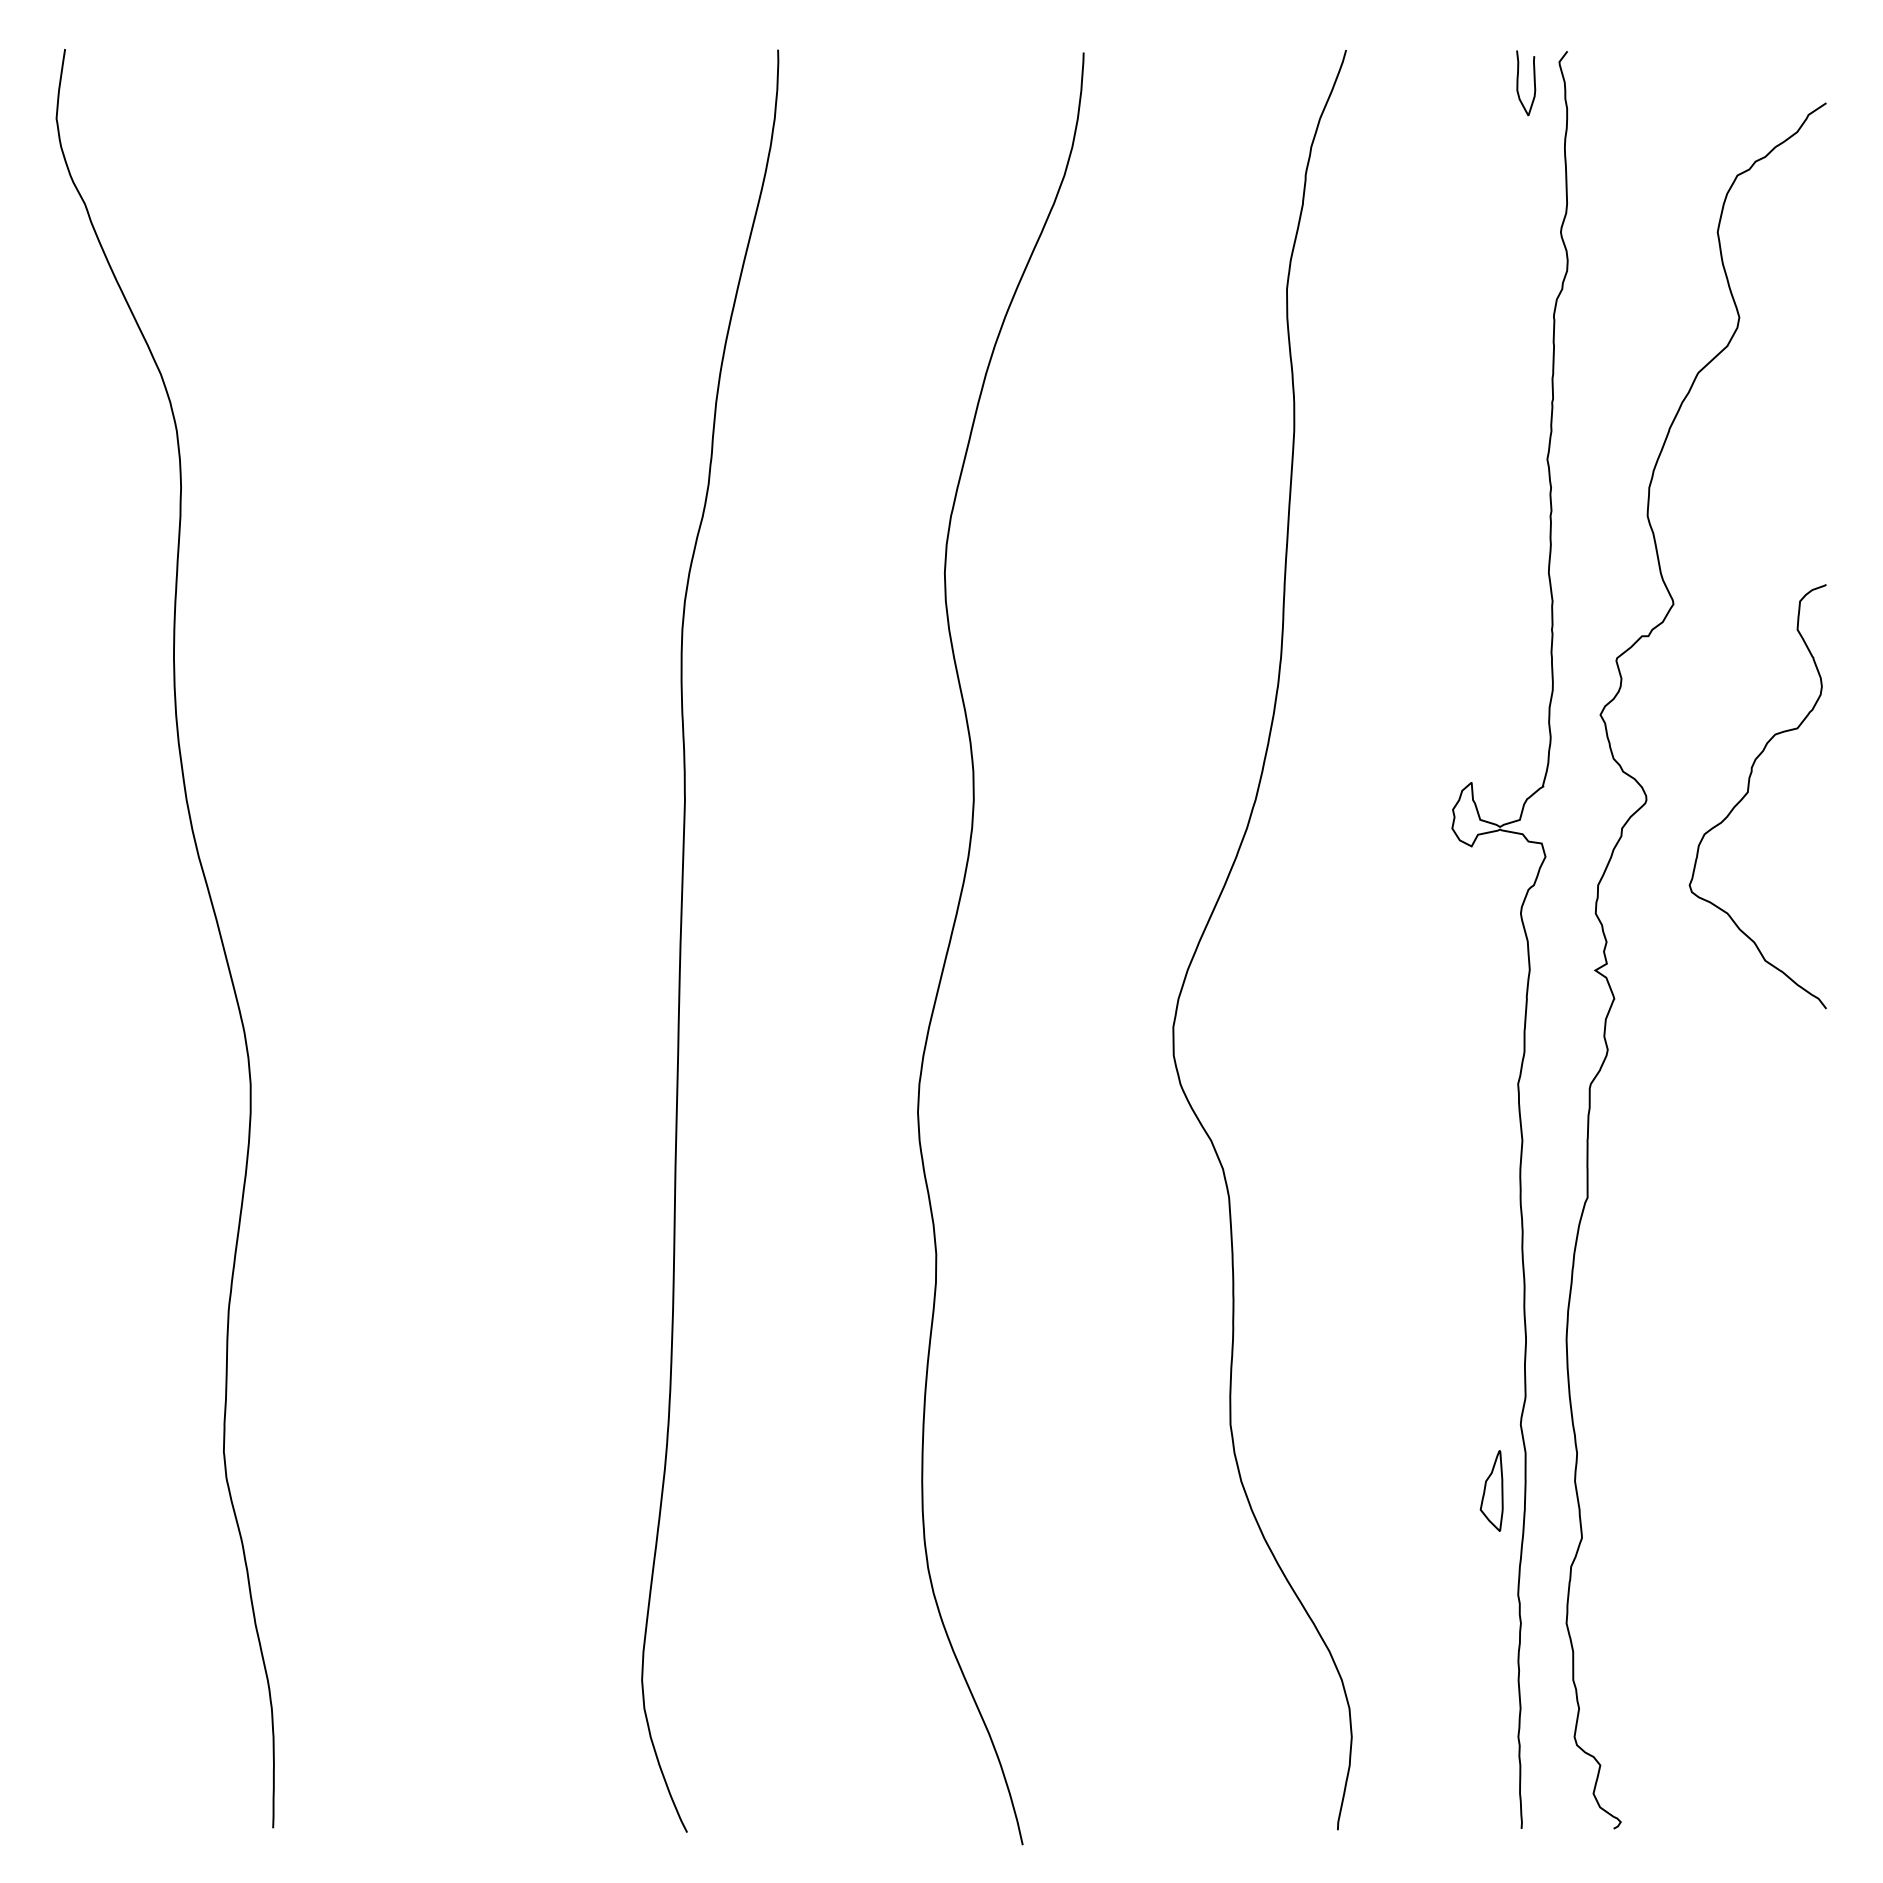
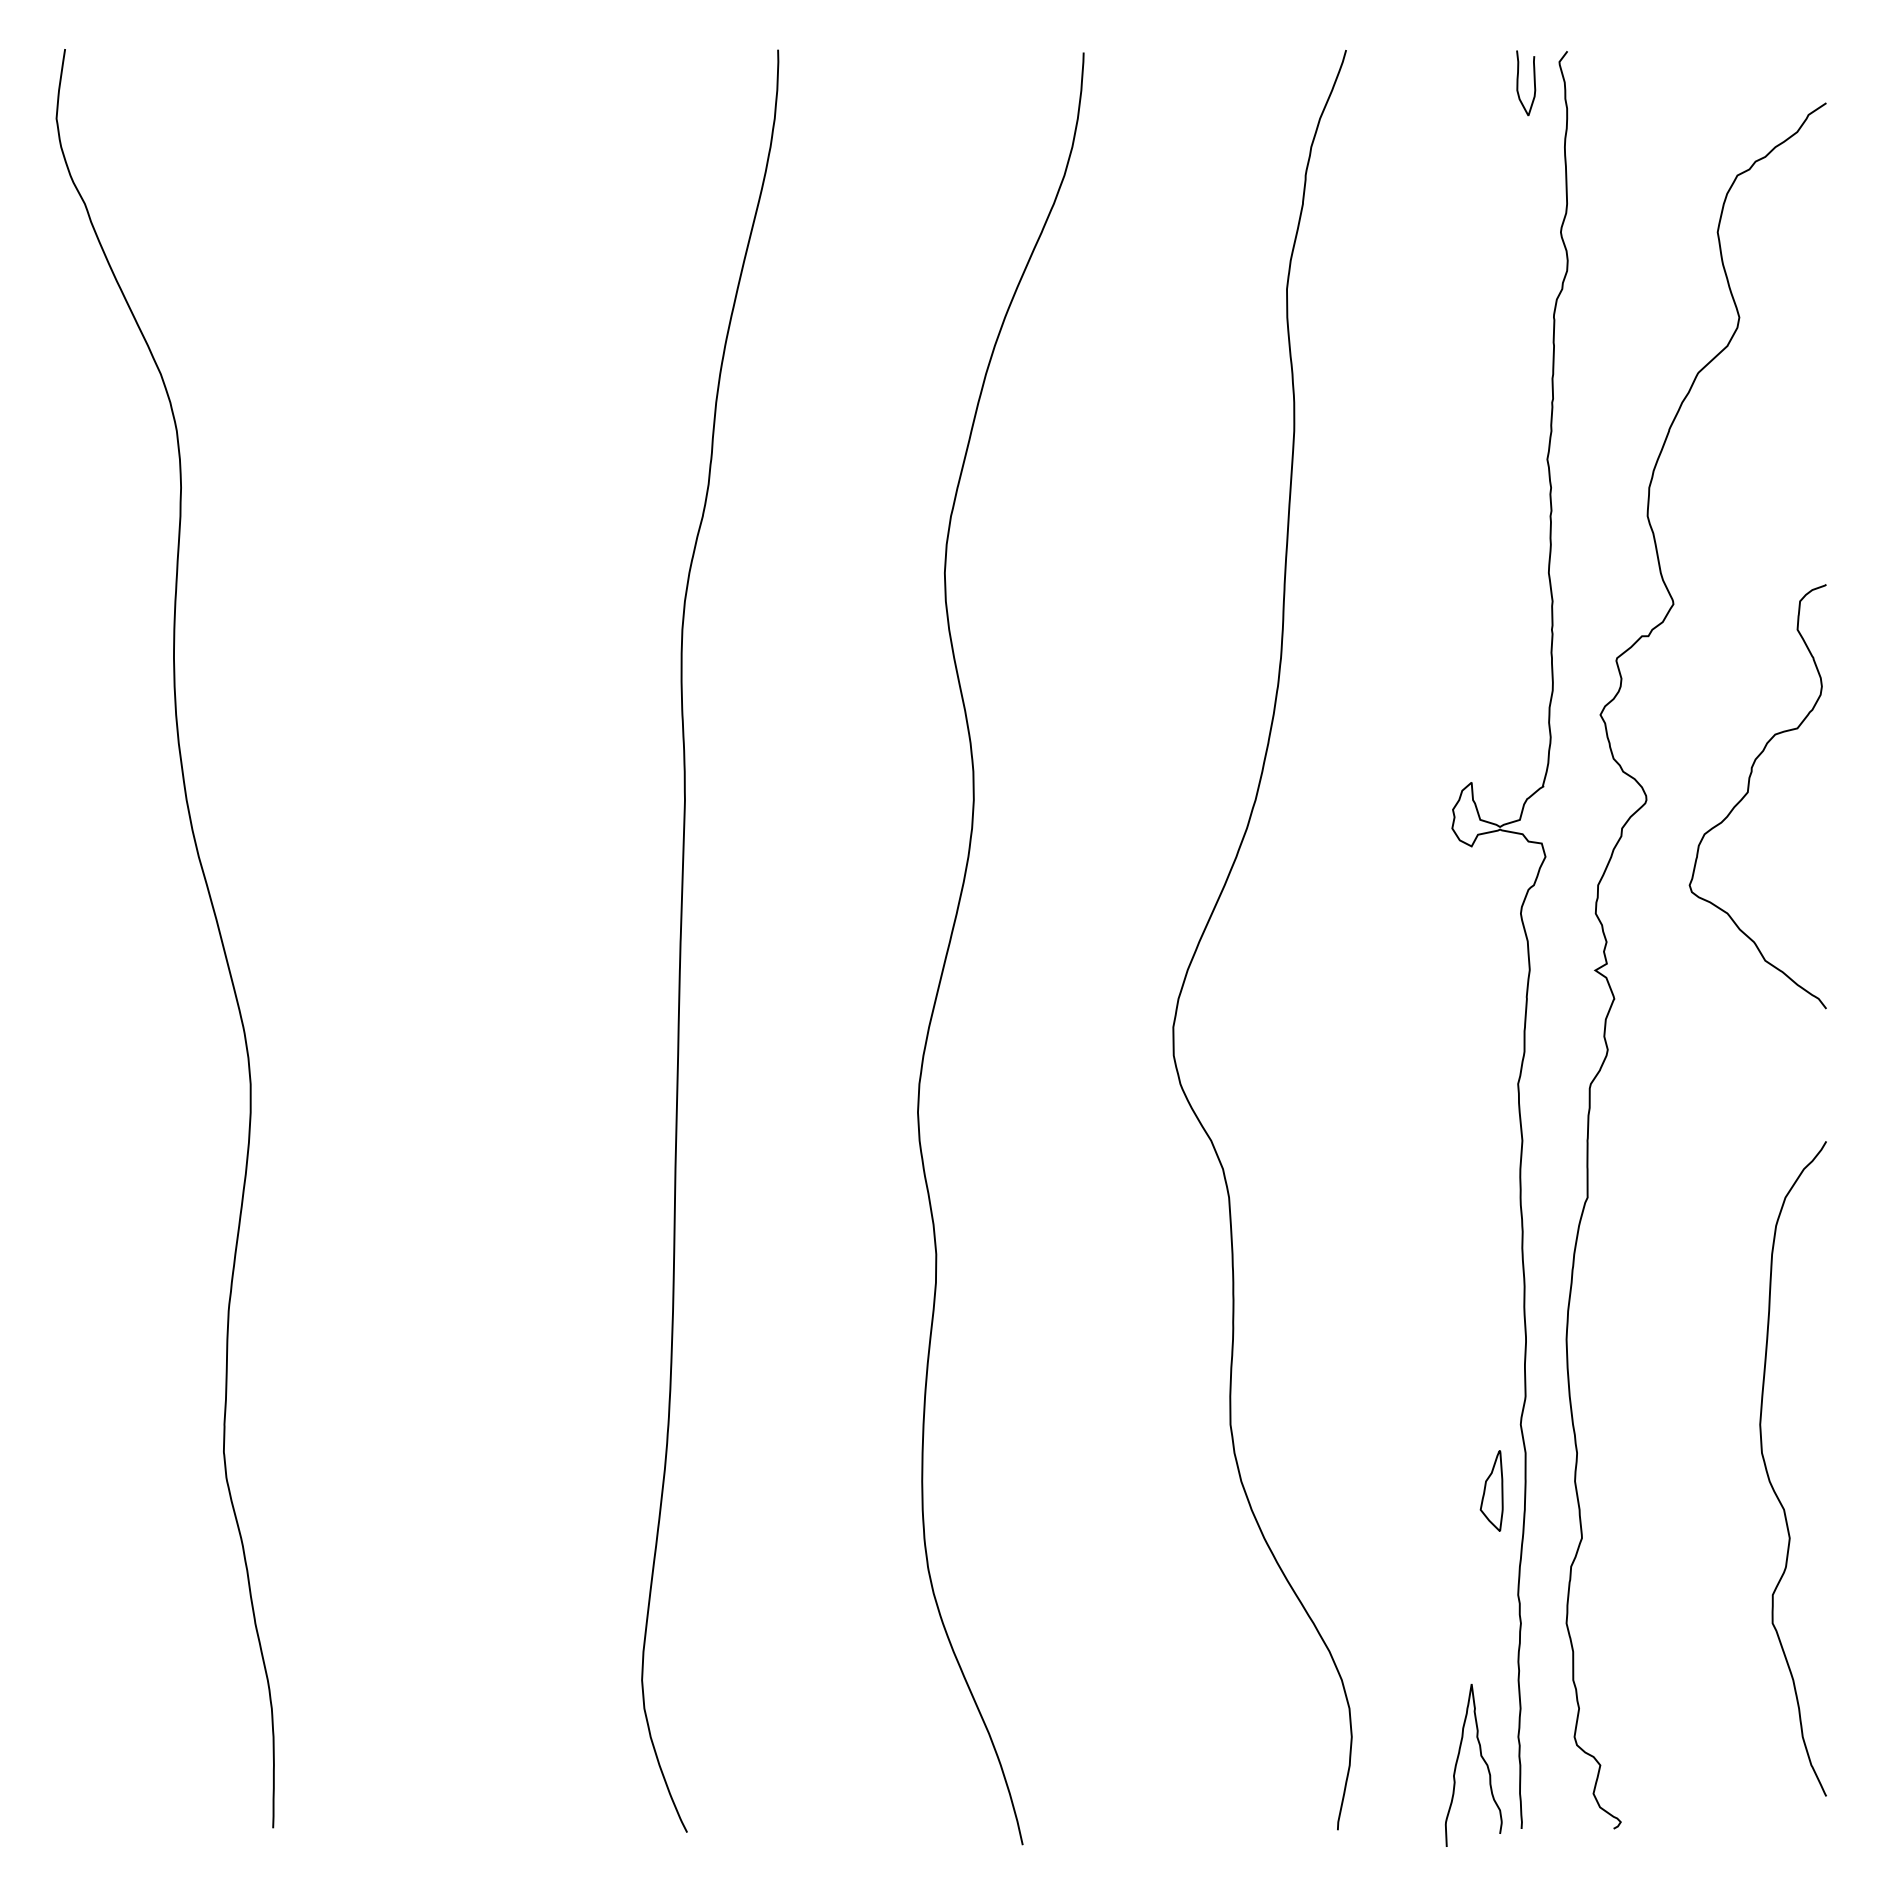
curve at (1769, 1476): none -> present
curve at (1482, 1759): none -> present
